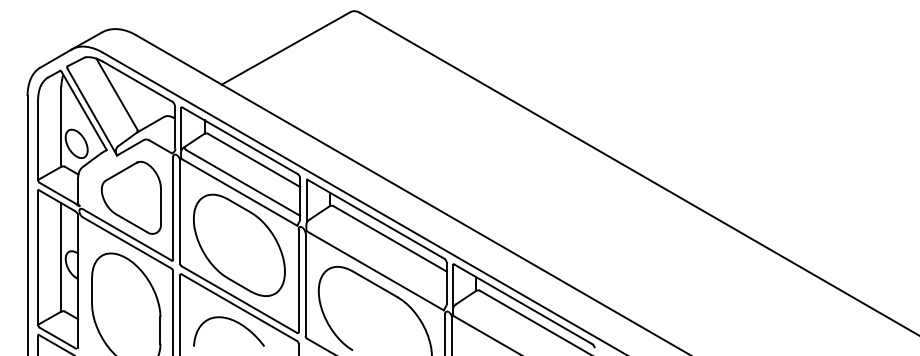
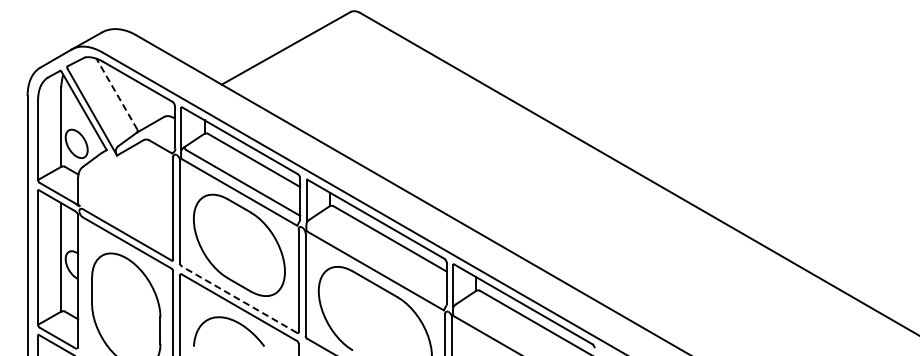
line at (116, 94): solid -> dashed
part at (130, 197): present -> none
line at (238, 299): solid -> dashed
